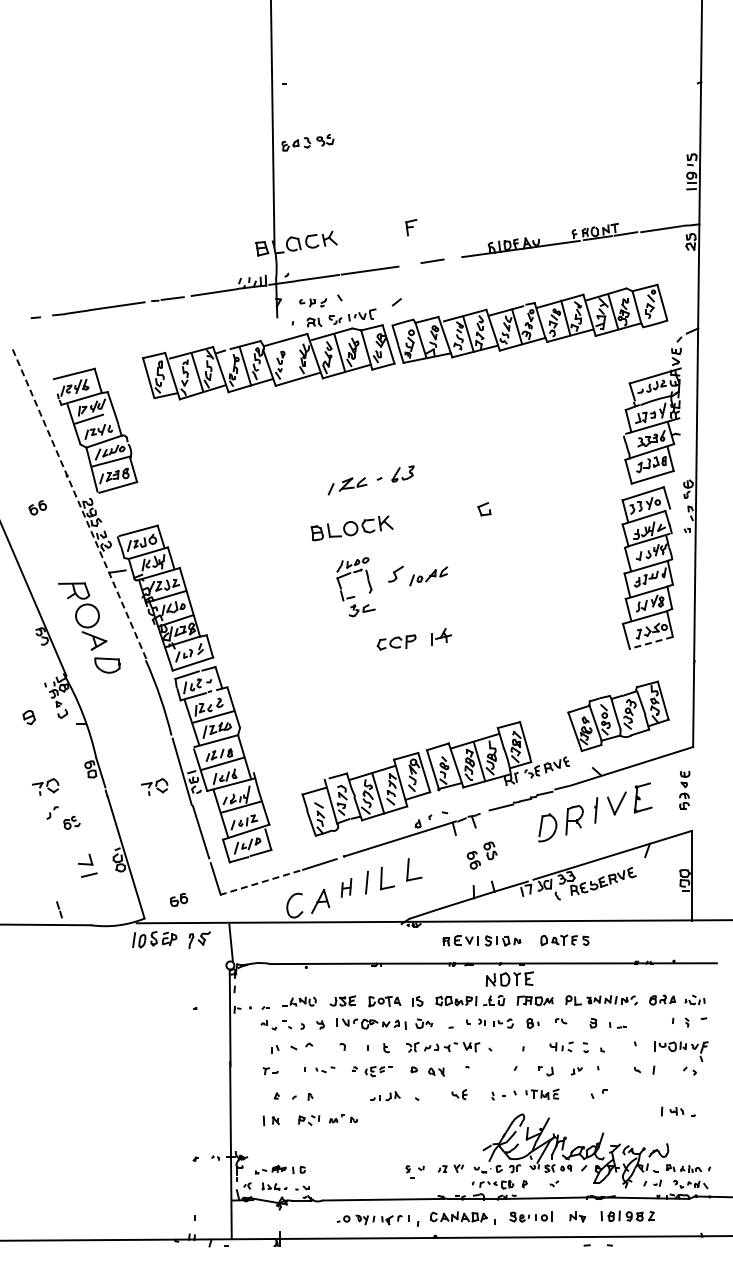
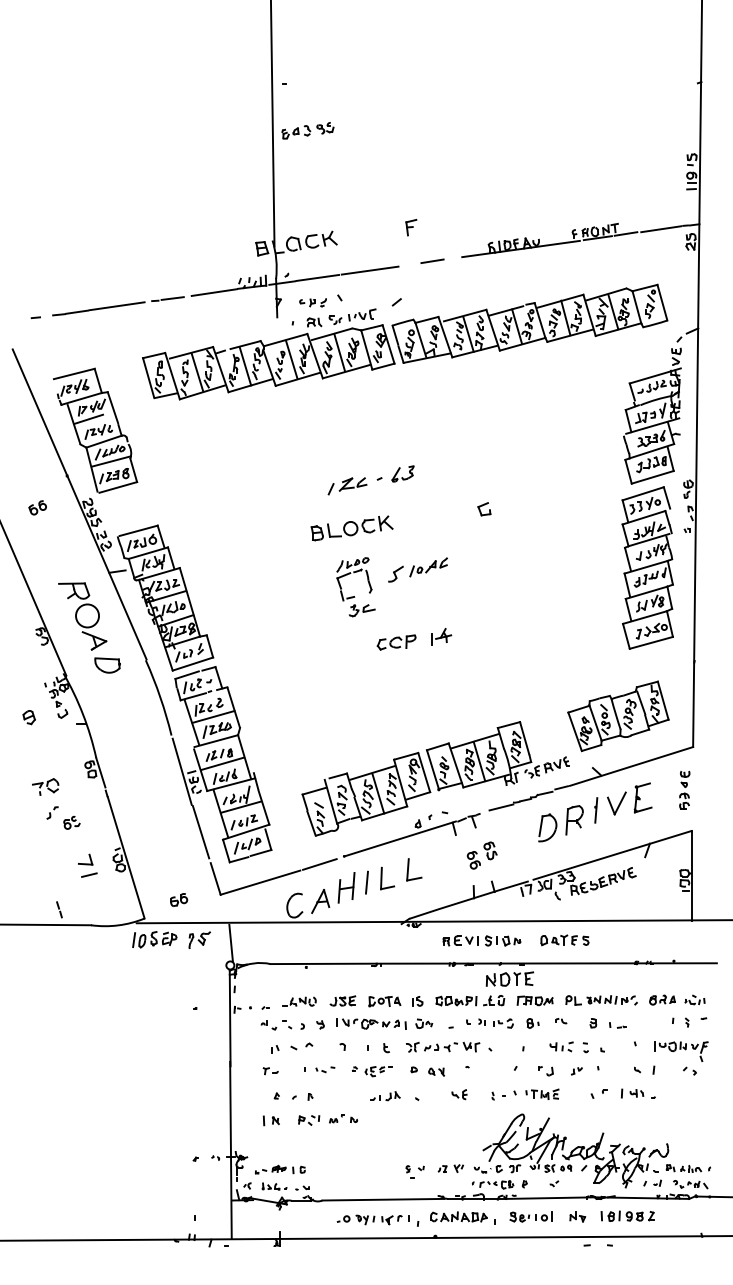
part at (307, 142) position: (307, 142) -> (307, 130)
line at (291, 359): none -> present
line at (79, 504): dashed -> solid
part at (428, 576) position: (428, 576) -> (428, 567)
line at (650, 643): dashed -> solid
part at (154, 786): present -> none
line at (260, 882): dashed -> solid
part at (346, 887) size: 13x20 px -> 19x32 px
part at (678, 1111) position: (678, 1111) -> (638, 1093)
